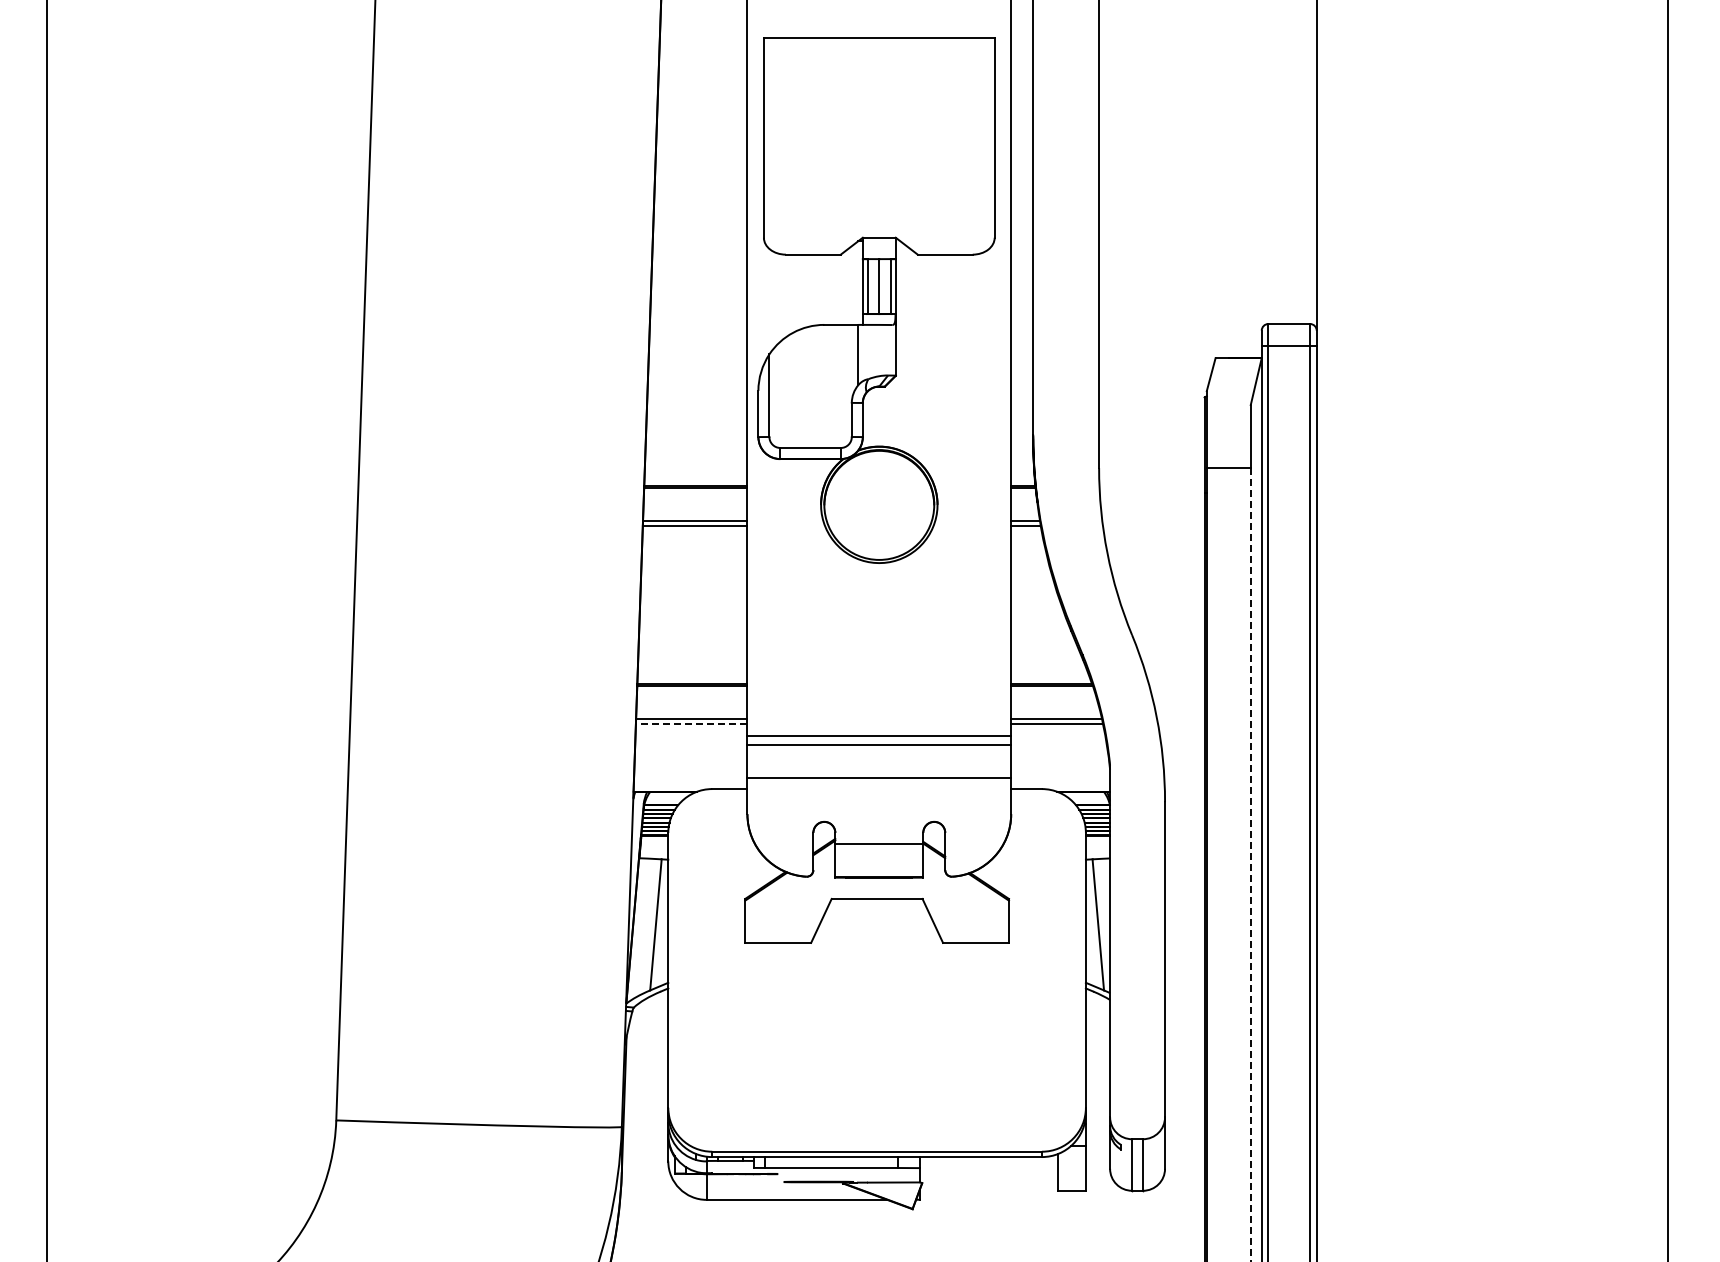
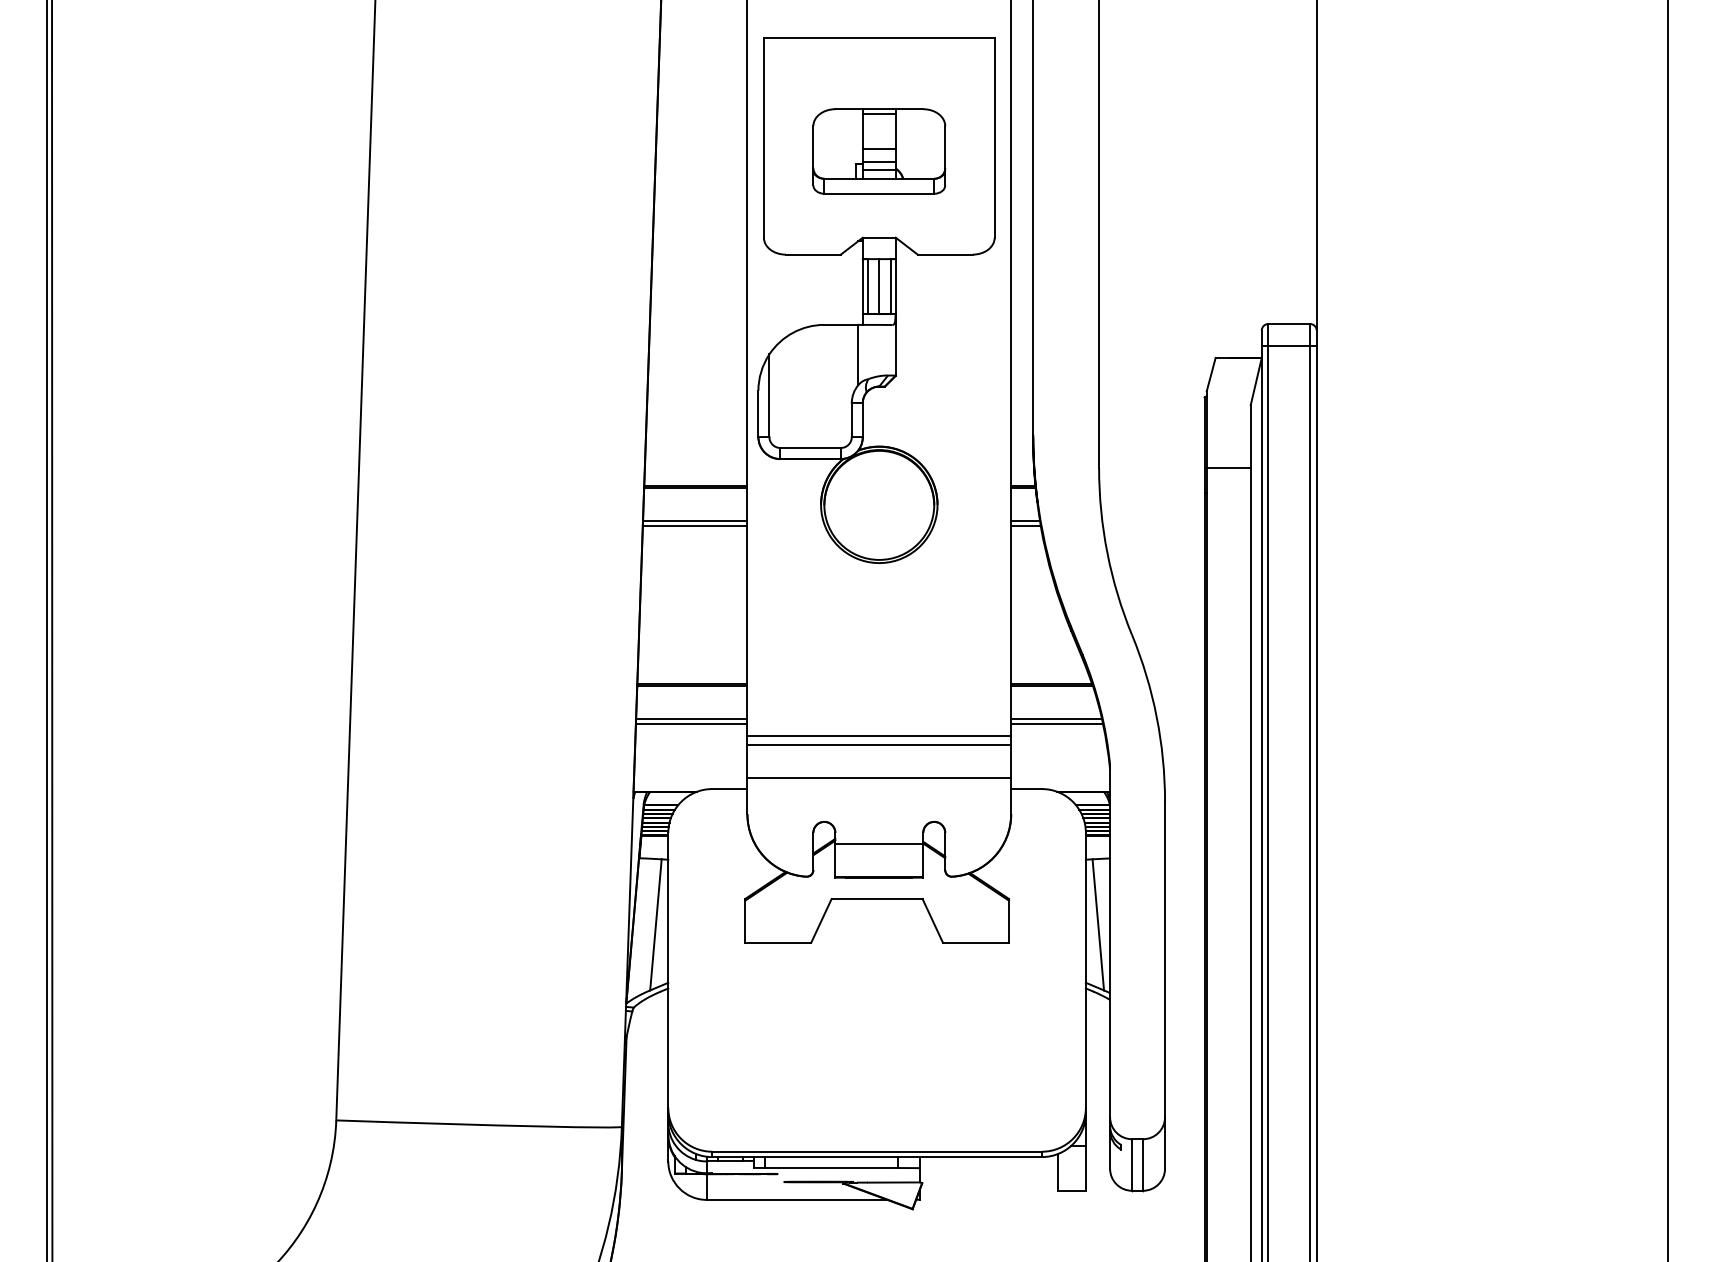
part at (879, 151): none -> present
line at (52, 630): none -> present
line at (691, 723): dashed -> solid
line at (1250, 865): dashed -> solid
